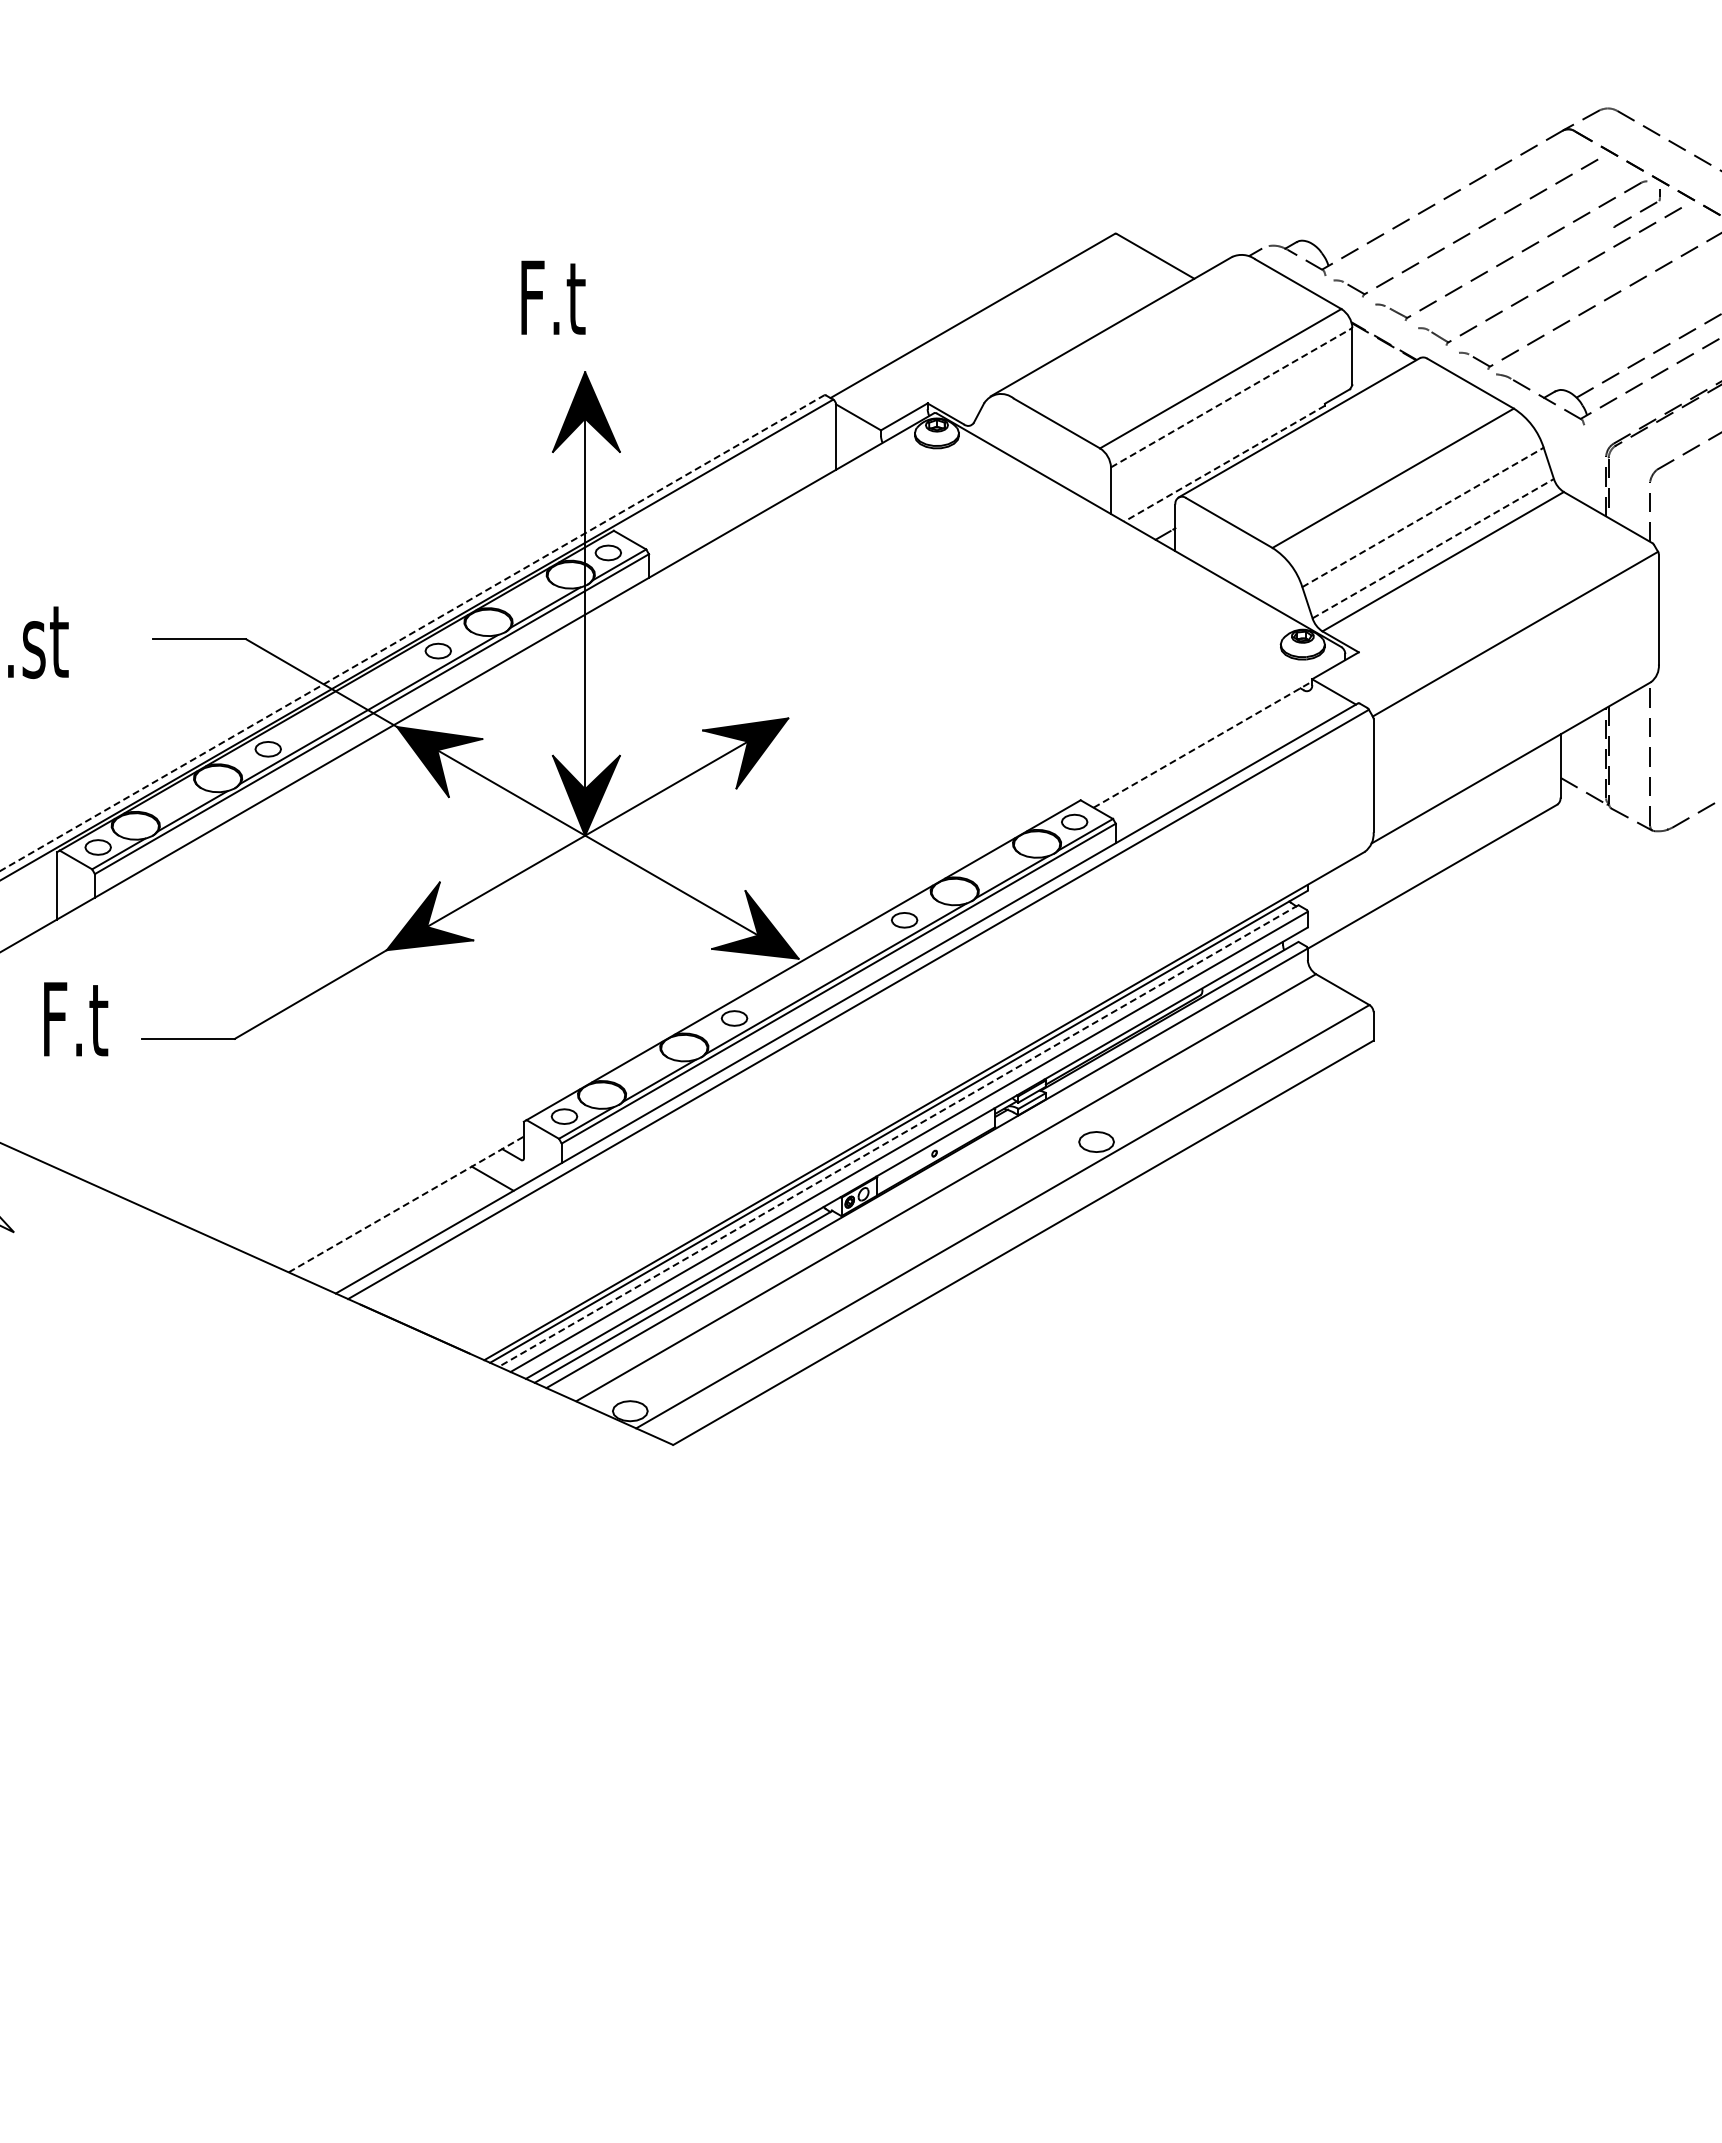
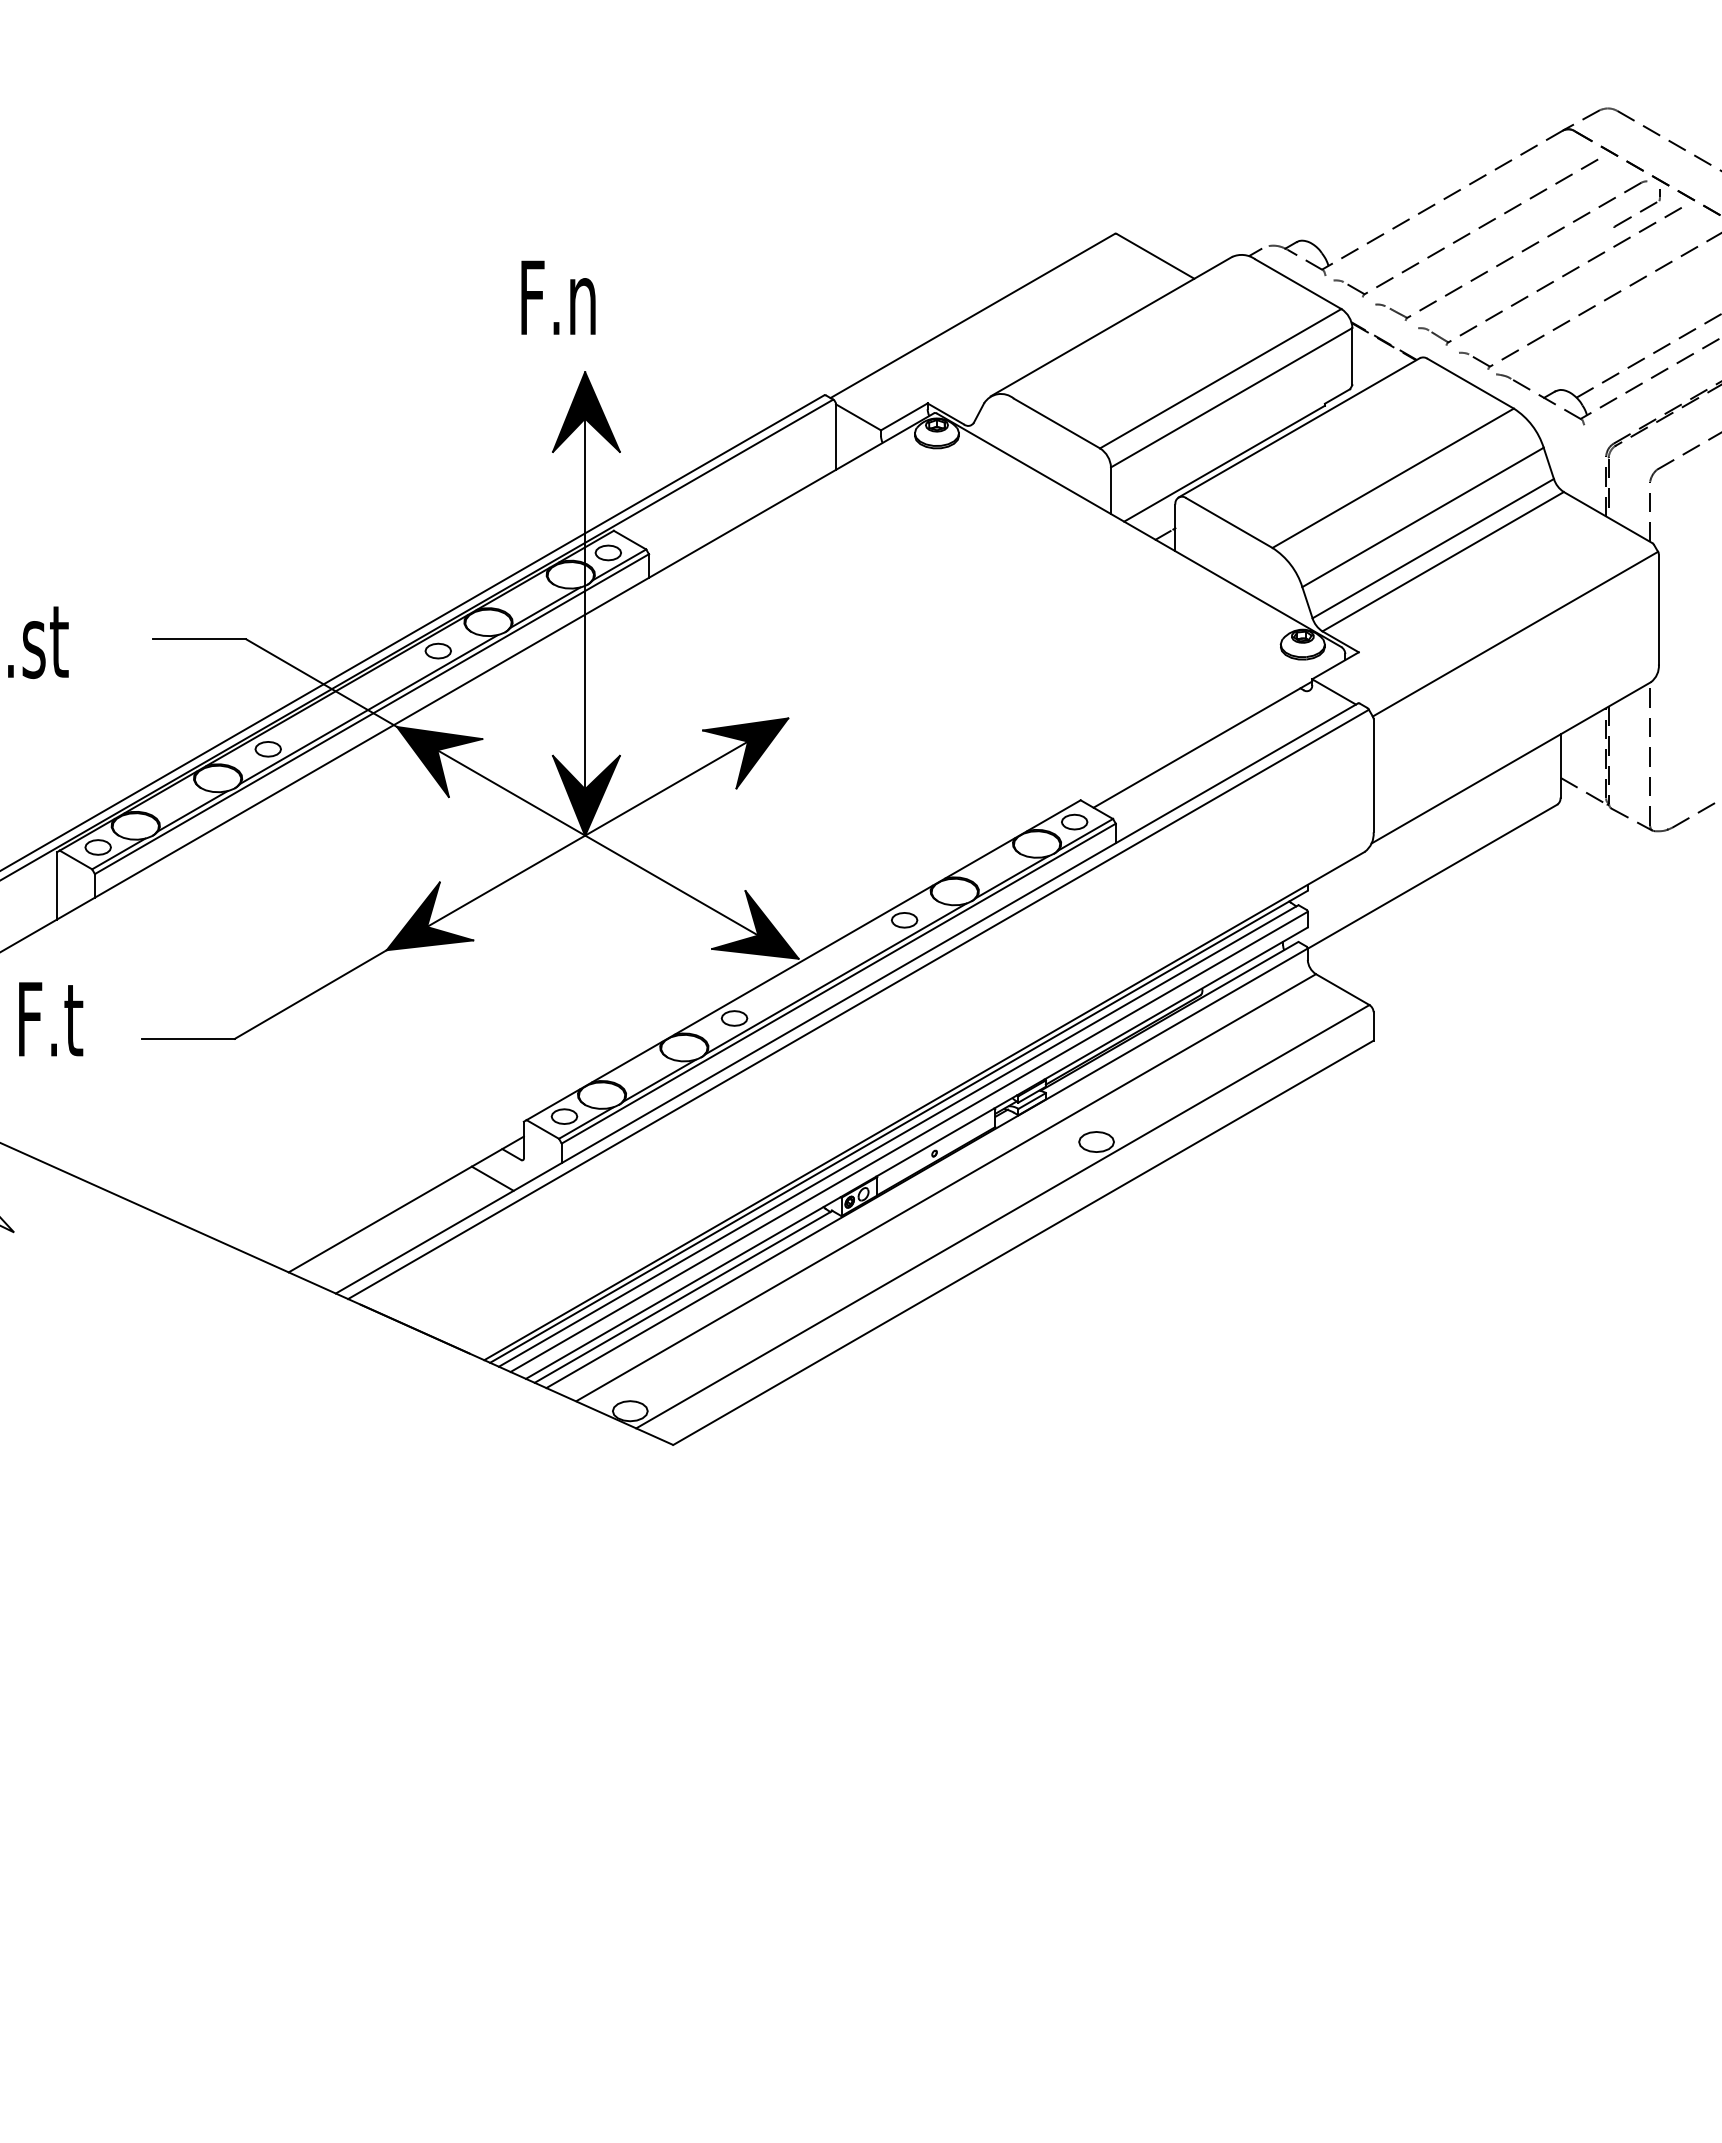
text at (580, 298): F.t -> F.n
line at (1232, 397): dashed -> solid
line at (1224, 463): dashed -> solid
line at (1423, 517): dashed -> solid
line at (1433, 548): dashed -> solid
line at (412, 633): dashed -> solid
line at (1203, 744): dashed -> solid
text at (76, 1019) position: (76, 1019) -> (51, 1019)
line at (898, 1136): dashed -> solid
line at (406, 1204): dashed -> solid
